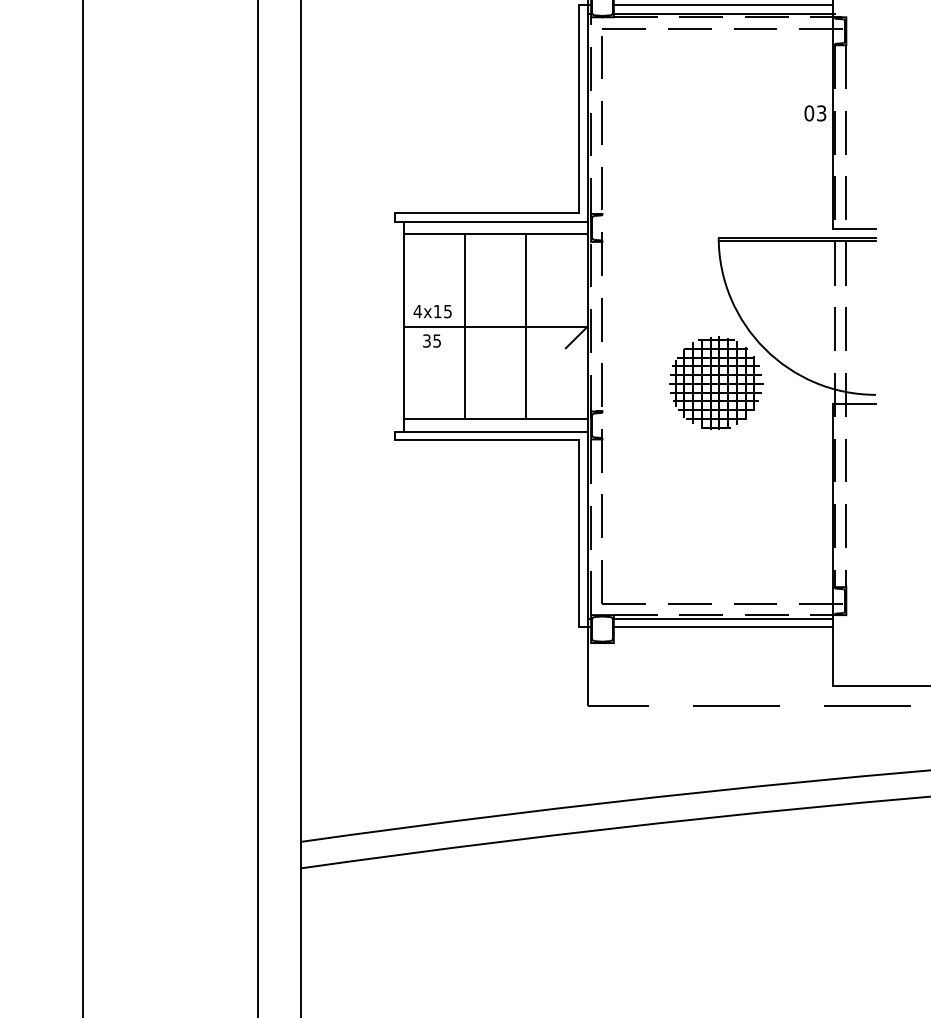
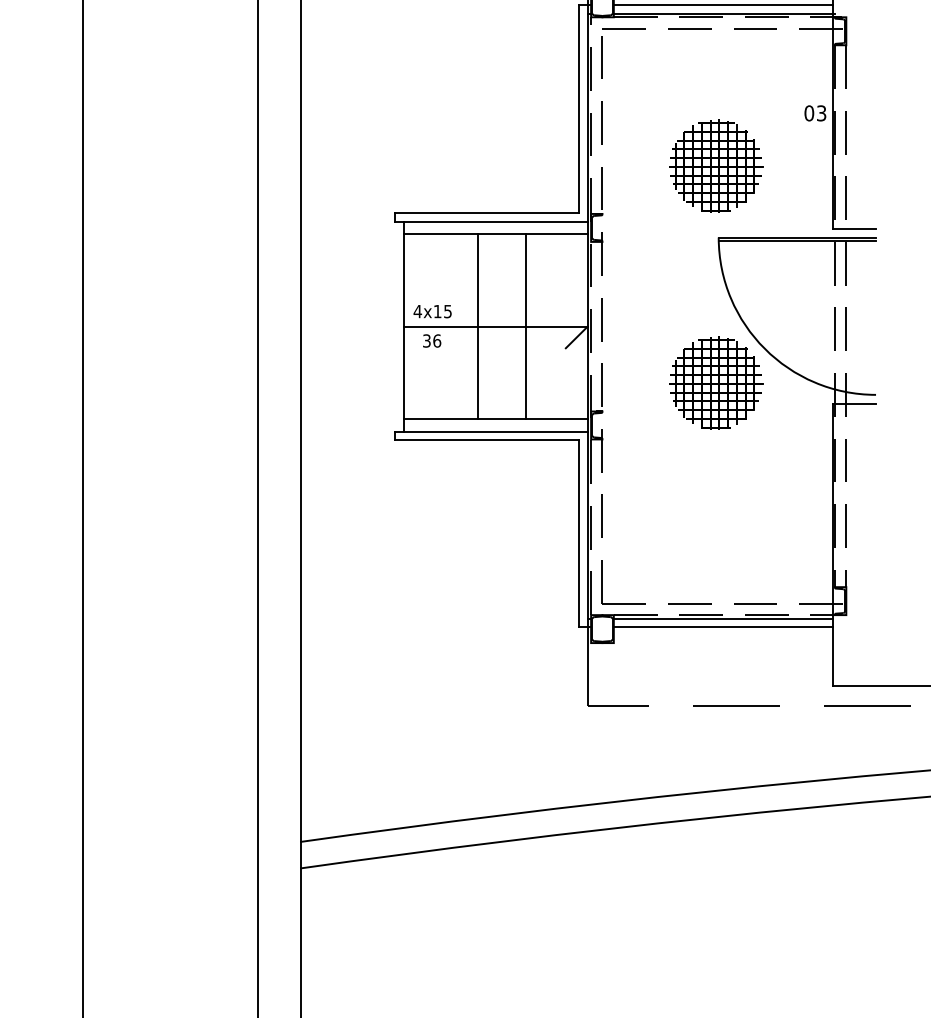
part at (716, 165): none -> present
line at (465, 326) position: (465, 326) -> (478, 326)
text at (437, 340): 35 -> 36
